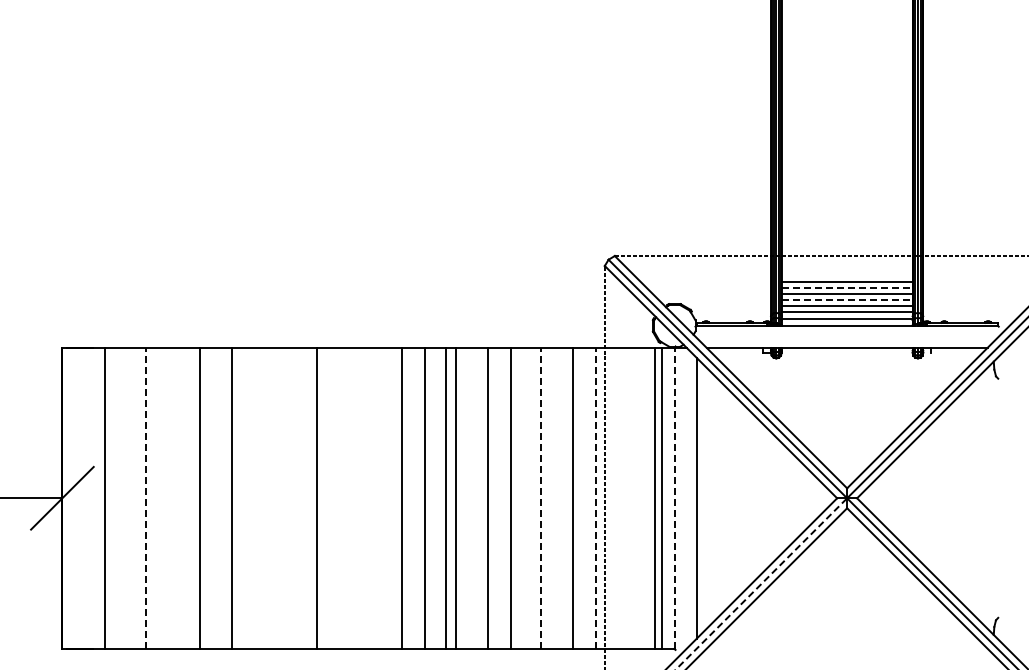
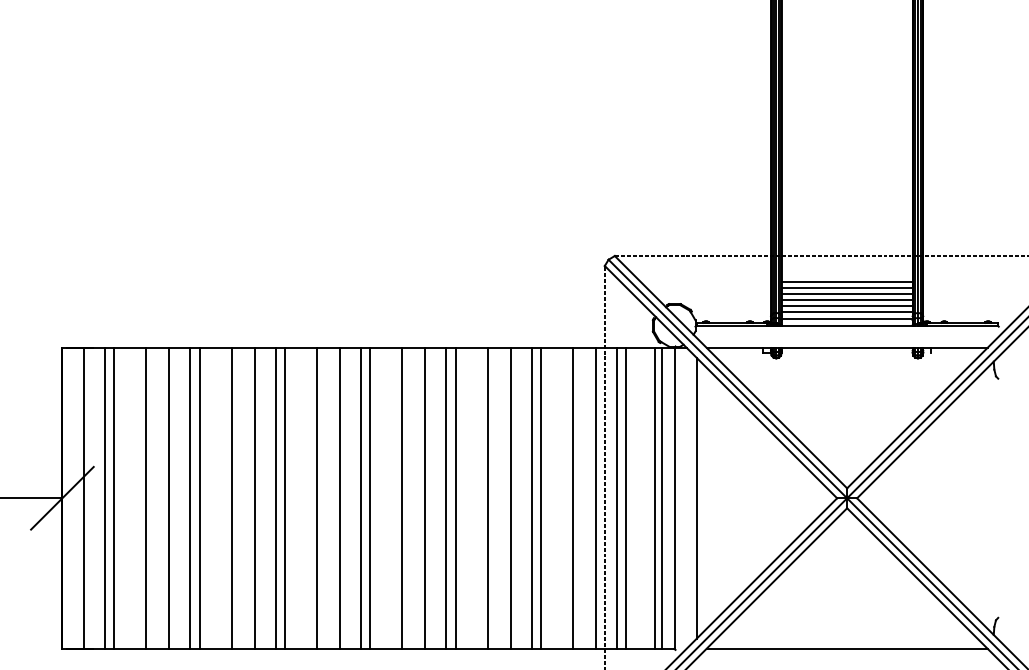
line at (847, 287): dashed -> solid
line at (847, 299): dashed -> solid
line at (84, 497): none -> present
line at (114, 497): none -> present
line at (146, 497): dashed -> solid
line at (169, 497): none -> present
line at (190, 497): none -> present
line at (254, 497): none -> present
line at (275, 497): none -> present
line at (285, 497): none -> present
line at (339, 497): none -> present
line at (361, 497): none -> present
line at (370, 497): none -> present
line at (531, 497): none -> present
line at (540, 497): dashed -> solid
line at (595, 497): dashed -> solid
line at (616, 497): none -> present
line at (626, 497): none -> present
line at (674, 497): dashed -> solid
line at (761, 583): dashed -> solid
line at (846, 648): none -> present
